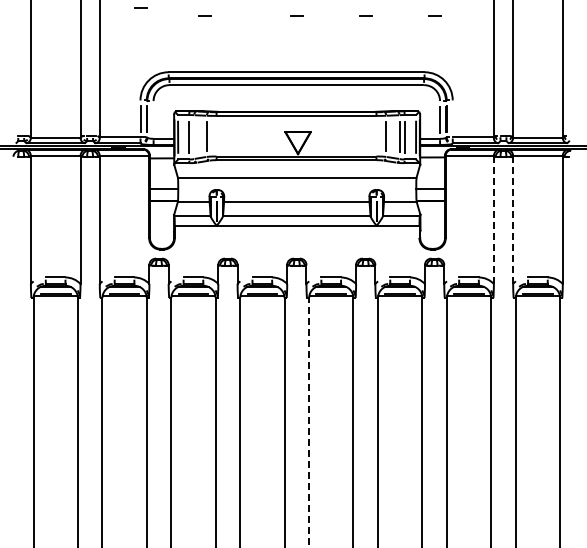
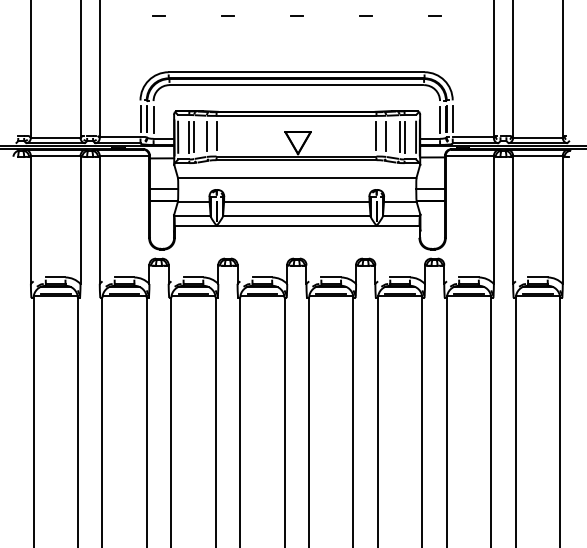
line at (140, 7) position: (140, 7) -> (158, 15)
line at (204, 15) position: (204, 15) -> (227, 15)
line at (452, 118): none -> present
line at (153, 119): none -> present
line at (194, 136): none -> present
line at (216, 136): none -> present
line at (376, 136): none -> present
line at (513, 219): dashed -> solid
line at (493, 220): dashed -> solid
line at (309, 422): dashed -> solid
